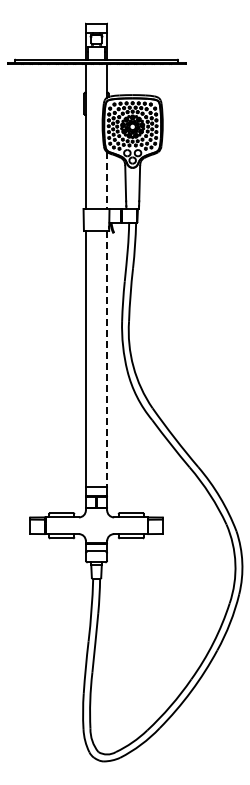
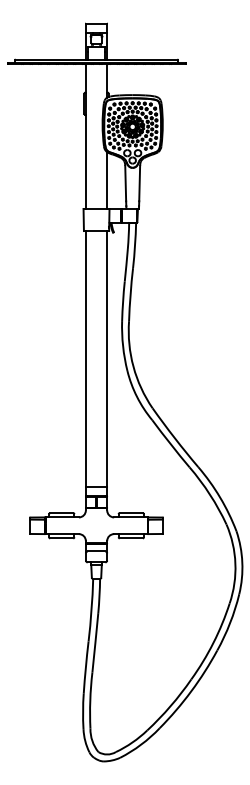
line at (107, 181): dashed -> solid
line at (107, 359): dashed -> solid
